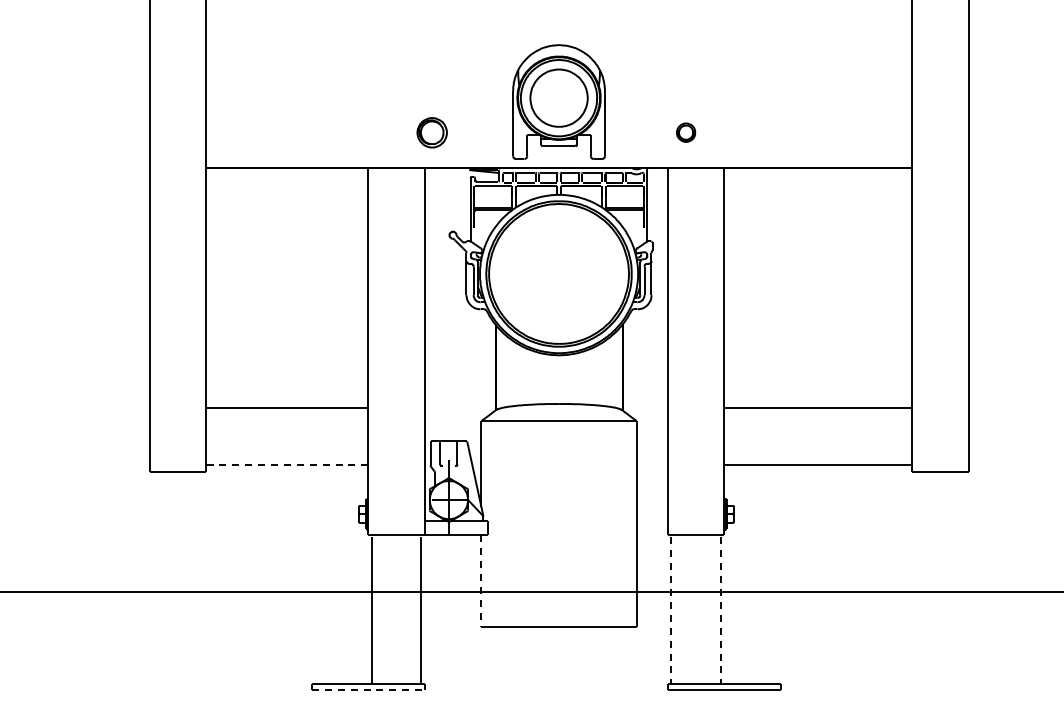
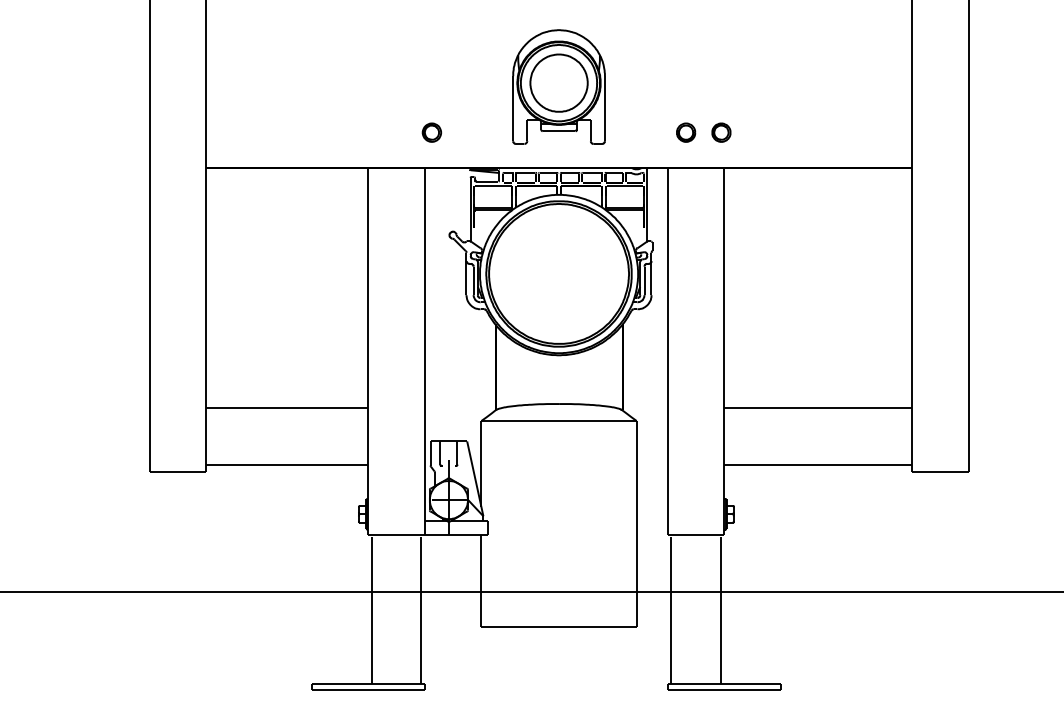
part at (558, 101) position: (558, 101) -> (558, 86)
part at (431, 132) size: 32x32 px -> 21x21 px
part at (721, 132): none -> present
line at (286, 464): dashed -> solid
line at (481, 581): dashed -> solid
line at (671, 611): dashed -> solid
line at (720, 611): dashed -> solid
line at (368, 689): dashed -> solid
